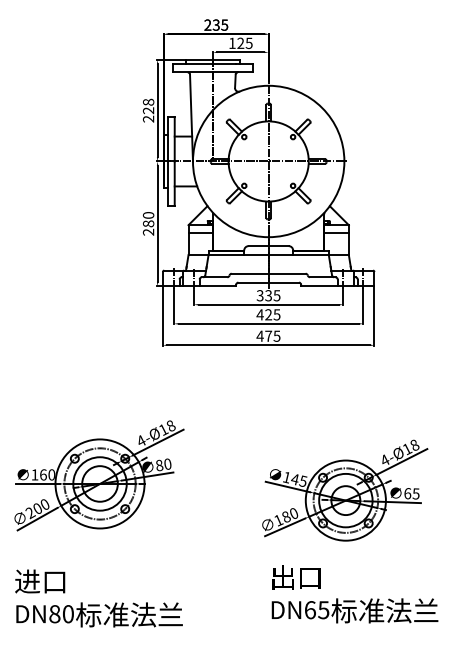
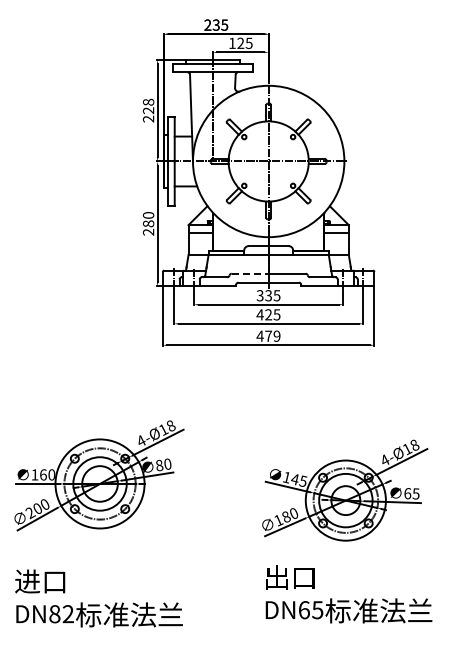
line at (250, 273): solid -> dashed
text at (276, 335): 475 -> 479
text at (354, 594) position: (354, 594) -> (348, 594)
text at (67, 614): DN80 -> DN82
